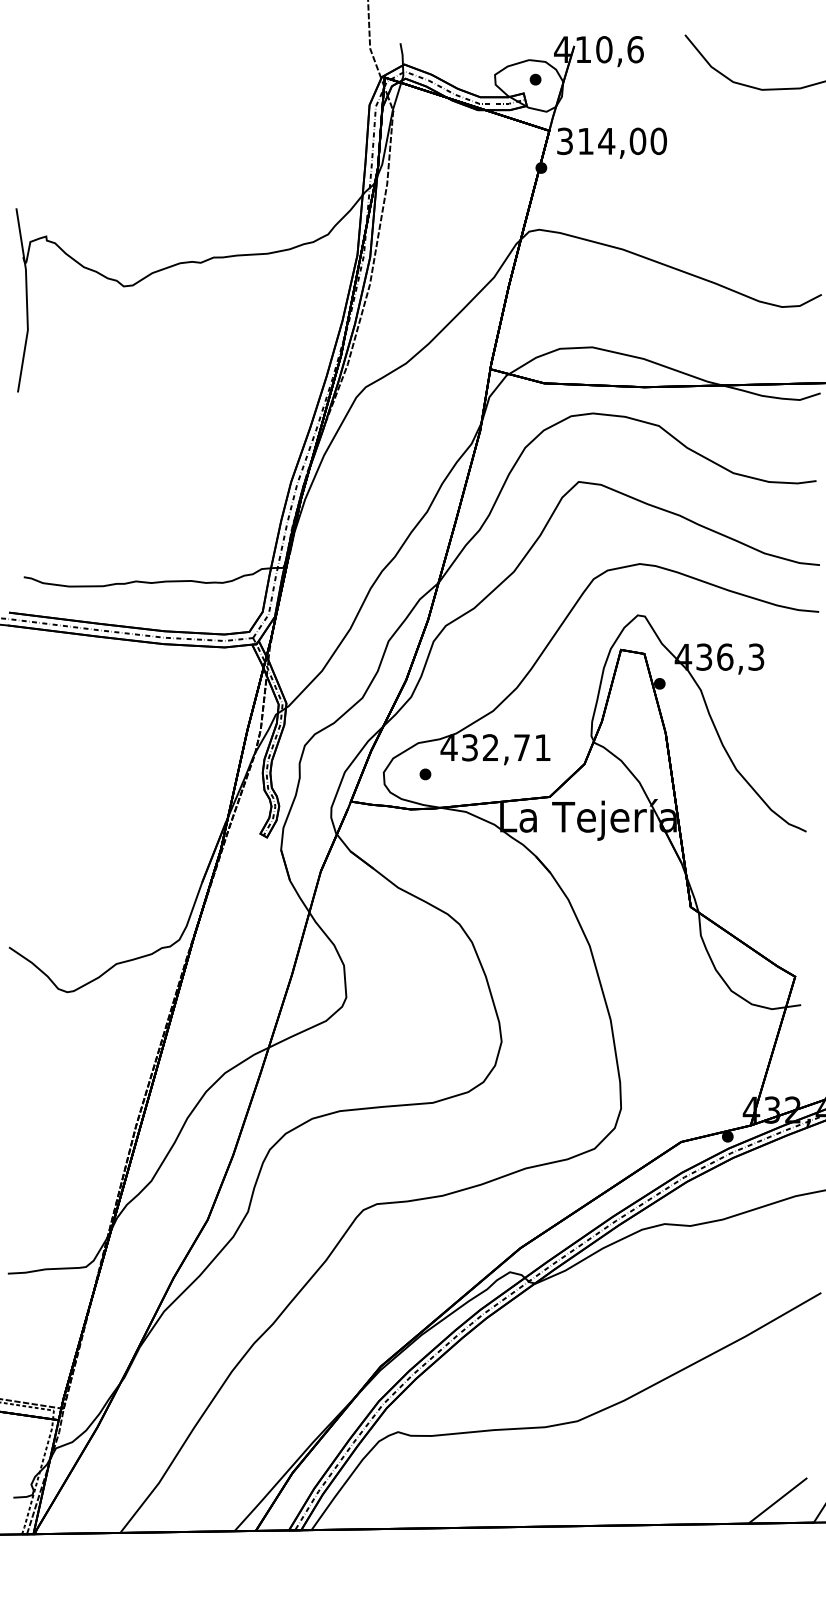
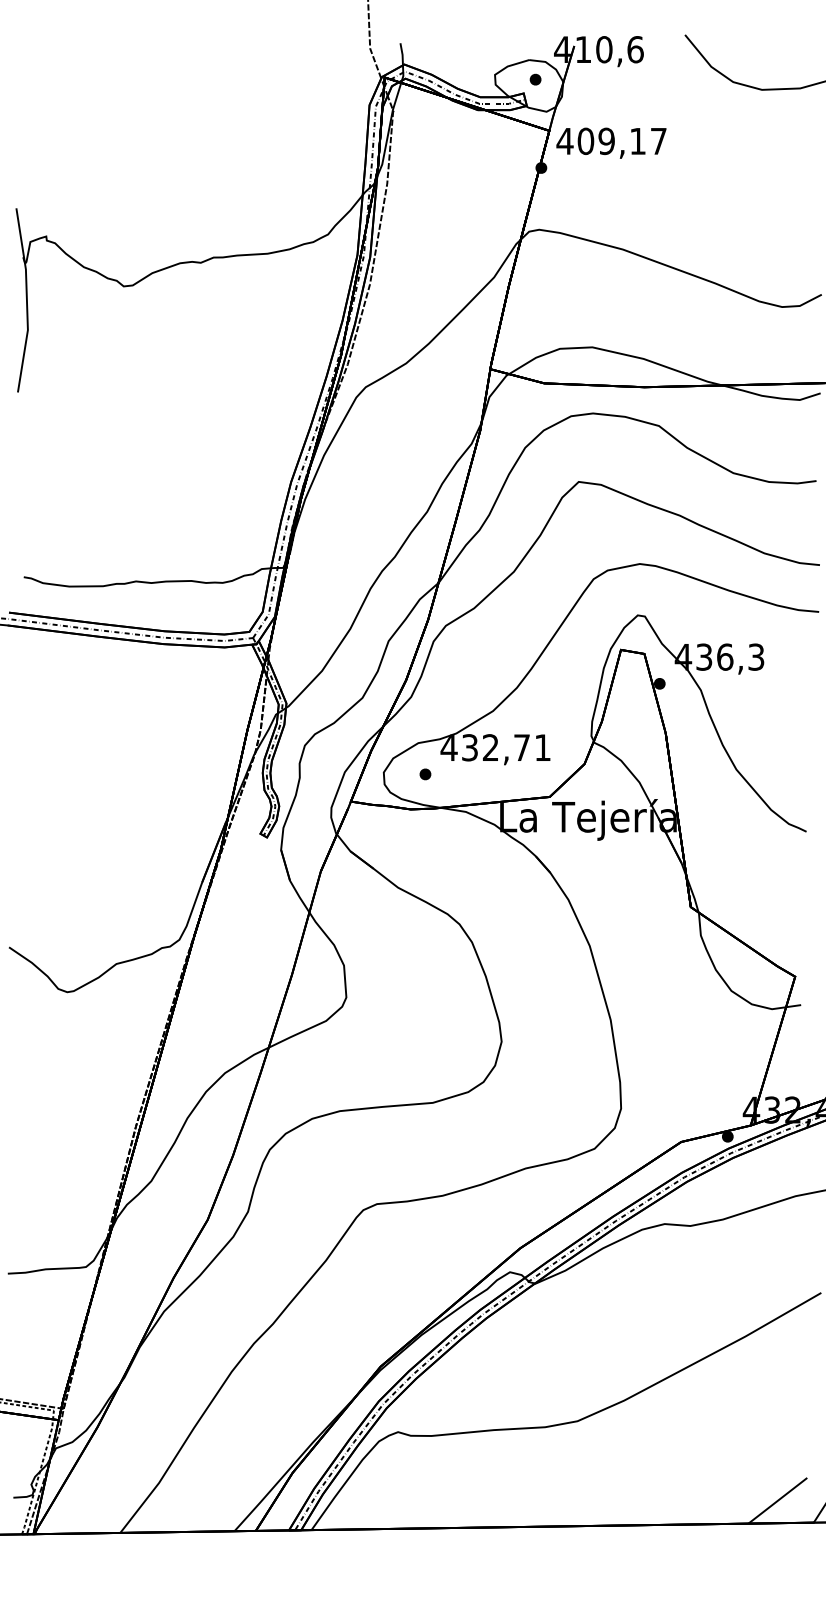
text at (611, 141): 314,00 -> 409,17
